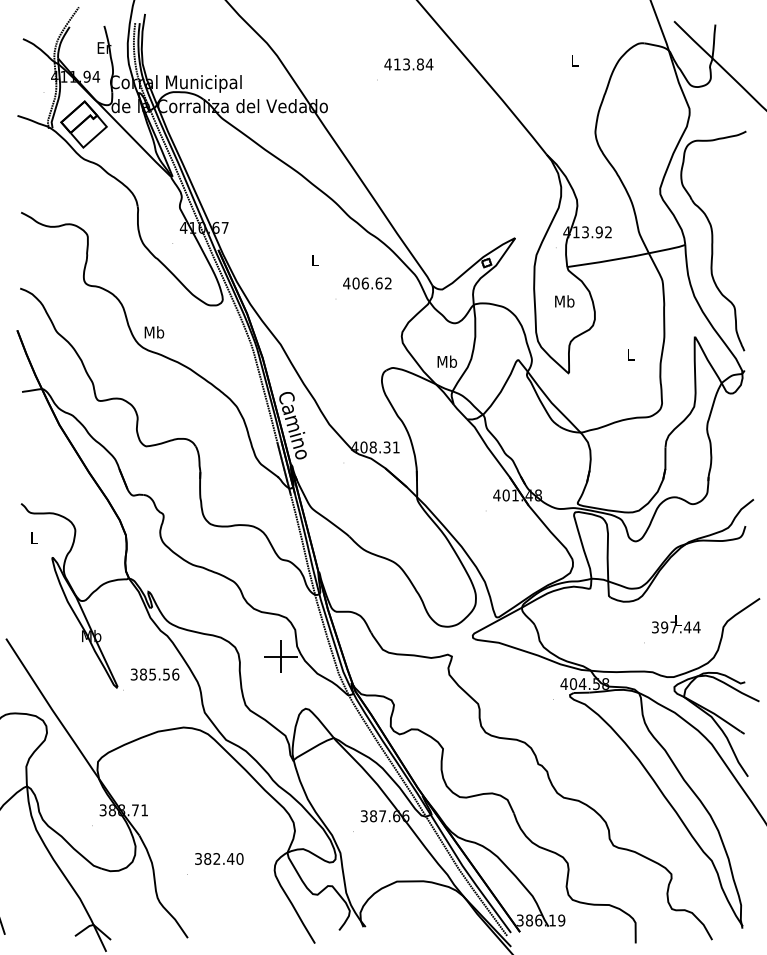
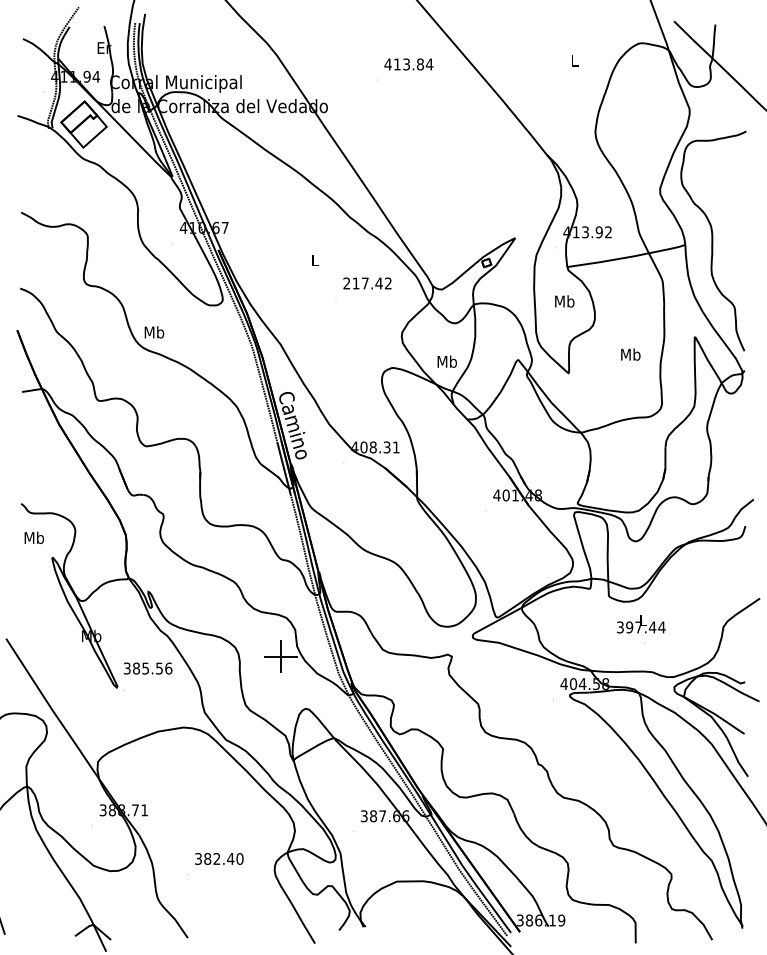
text at (362, 283): 406.62 -> 217.42
text at (630, 354): L -> Mb
text at (34, 537): L -> Mb
text at (676, 624) position: (676, 624) -> (641, 624)
text at (154, 674) position: (154, 674) -> (147, 668)
